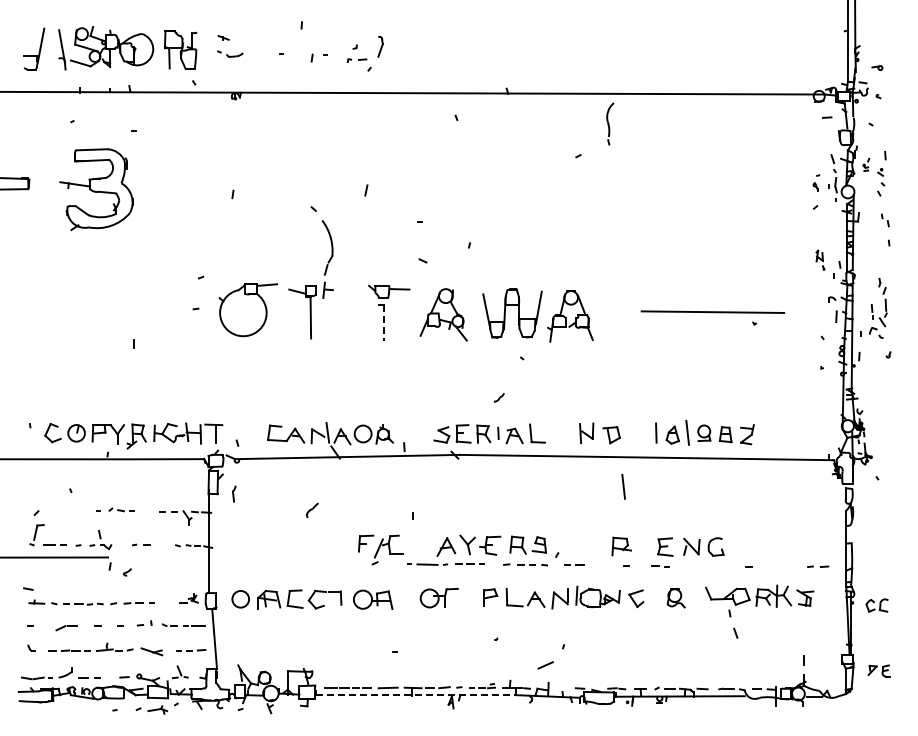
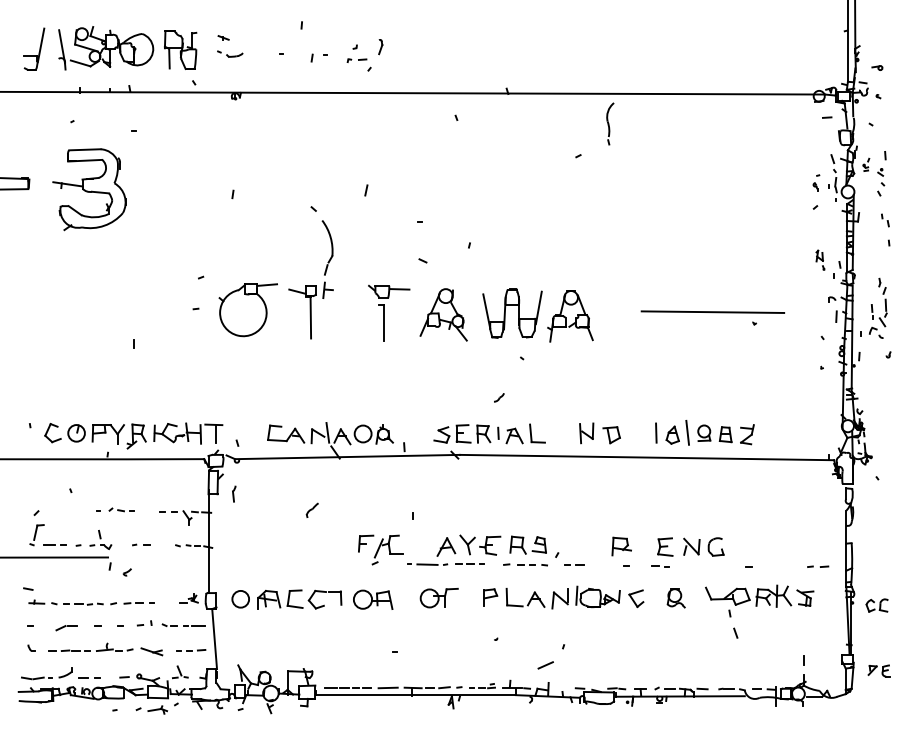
part at (380, 46) size: 7x22 px -> 6x17 px
part at (96, 189) position: (96, 189) -> (89, 189)
line at (383, 322): dashed -> solid
line at (623, 486): present -> none
line at (416, 695): dashed -> solid
